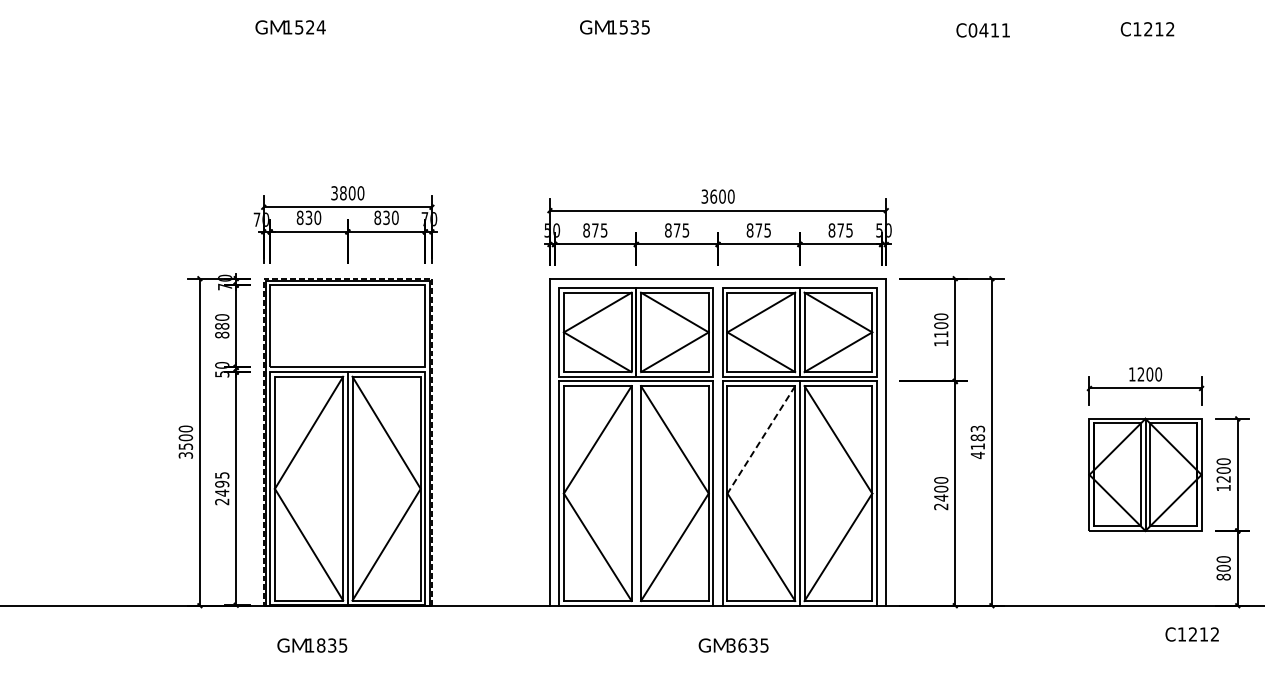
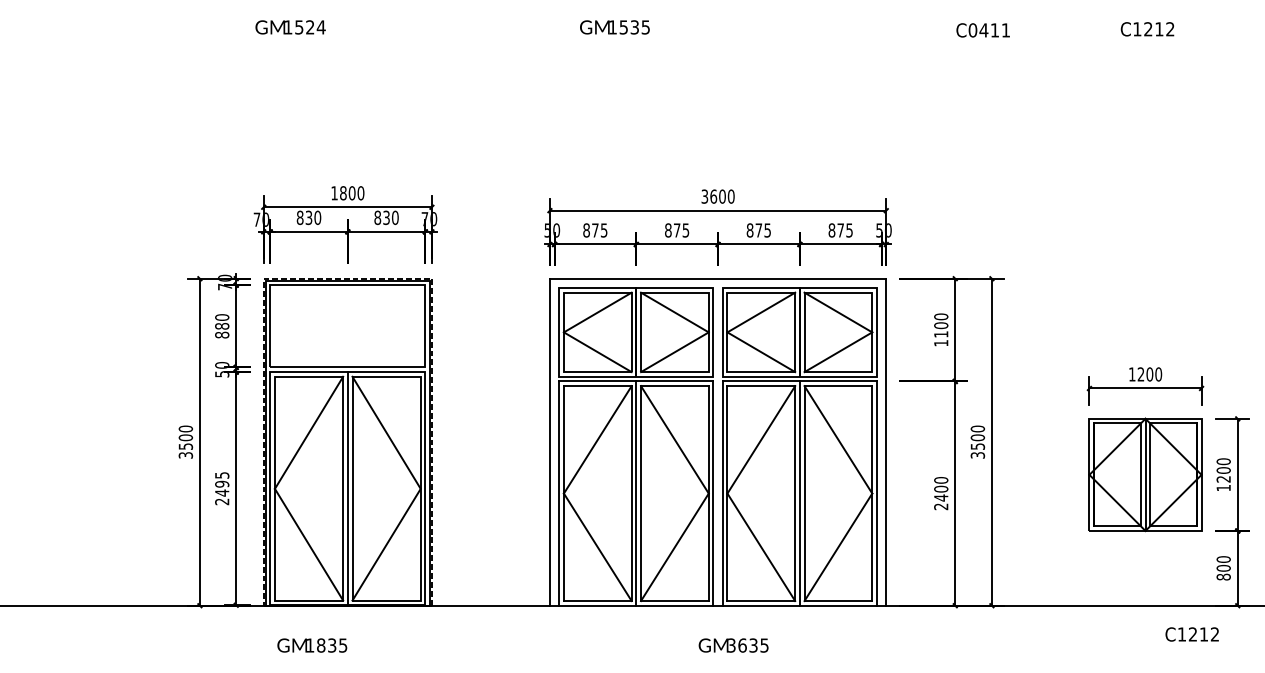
text at (334, 193): 3800 -> 1800
line at (761, 439): dashed -> solid
text at (977, 442): 4183 -> 3500
line at (636, 493): none -> present
